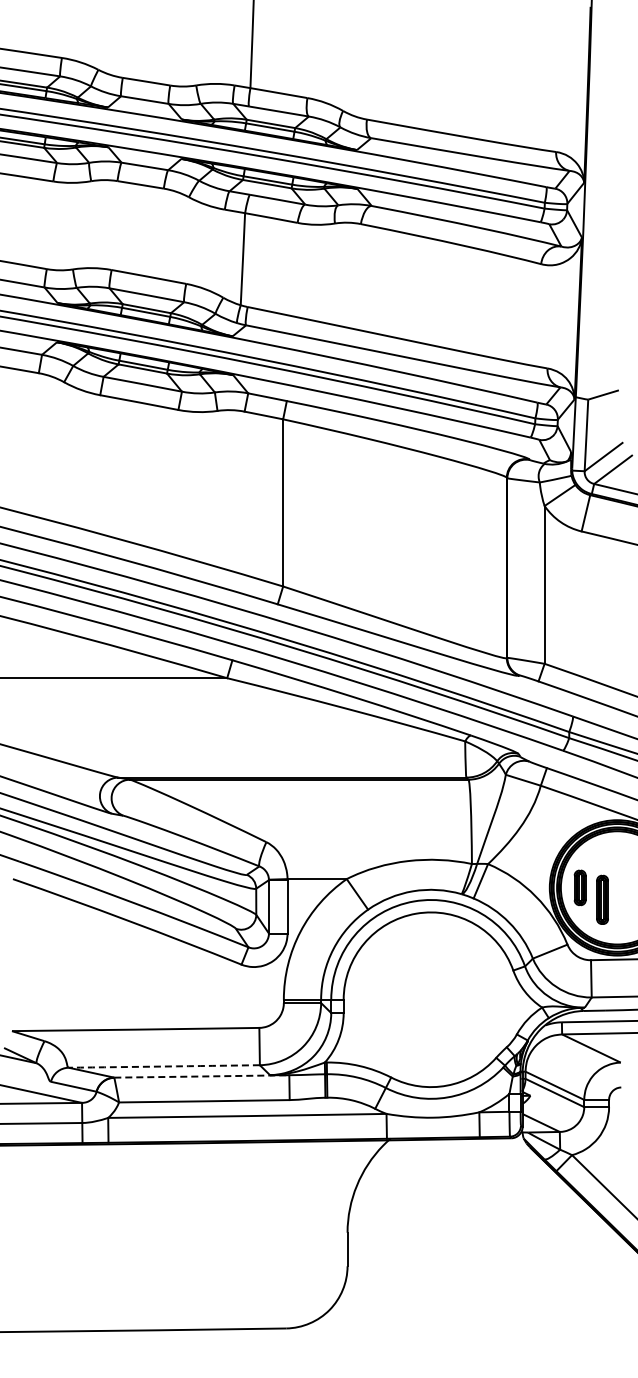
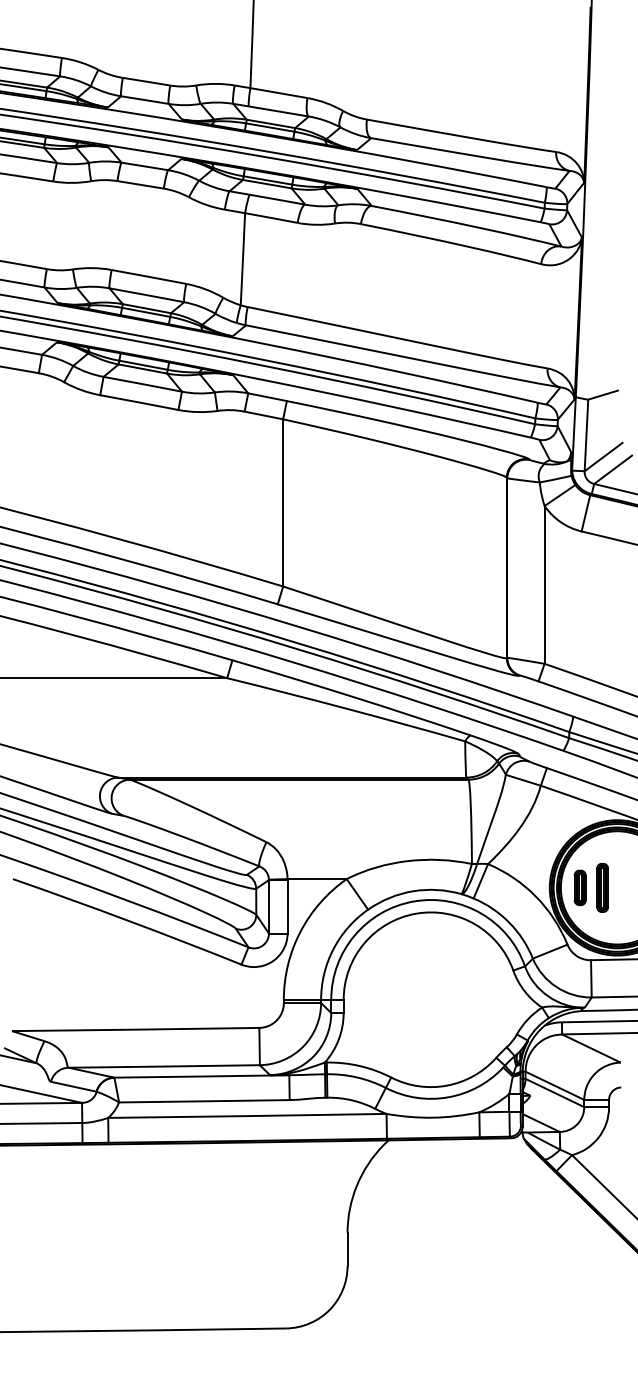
part at (602, 899) position: (602, 899) -> (602, 887)
arc at (164, 1066): dashed -> solid
arc at (201, 1076): dashed -> solid
